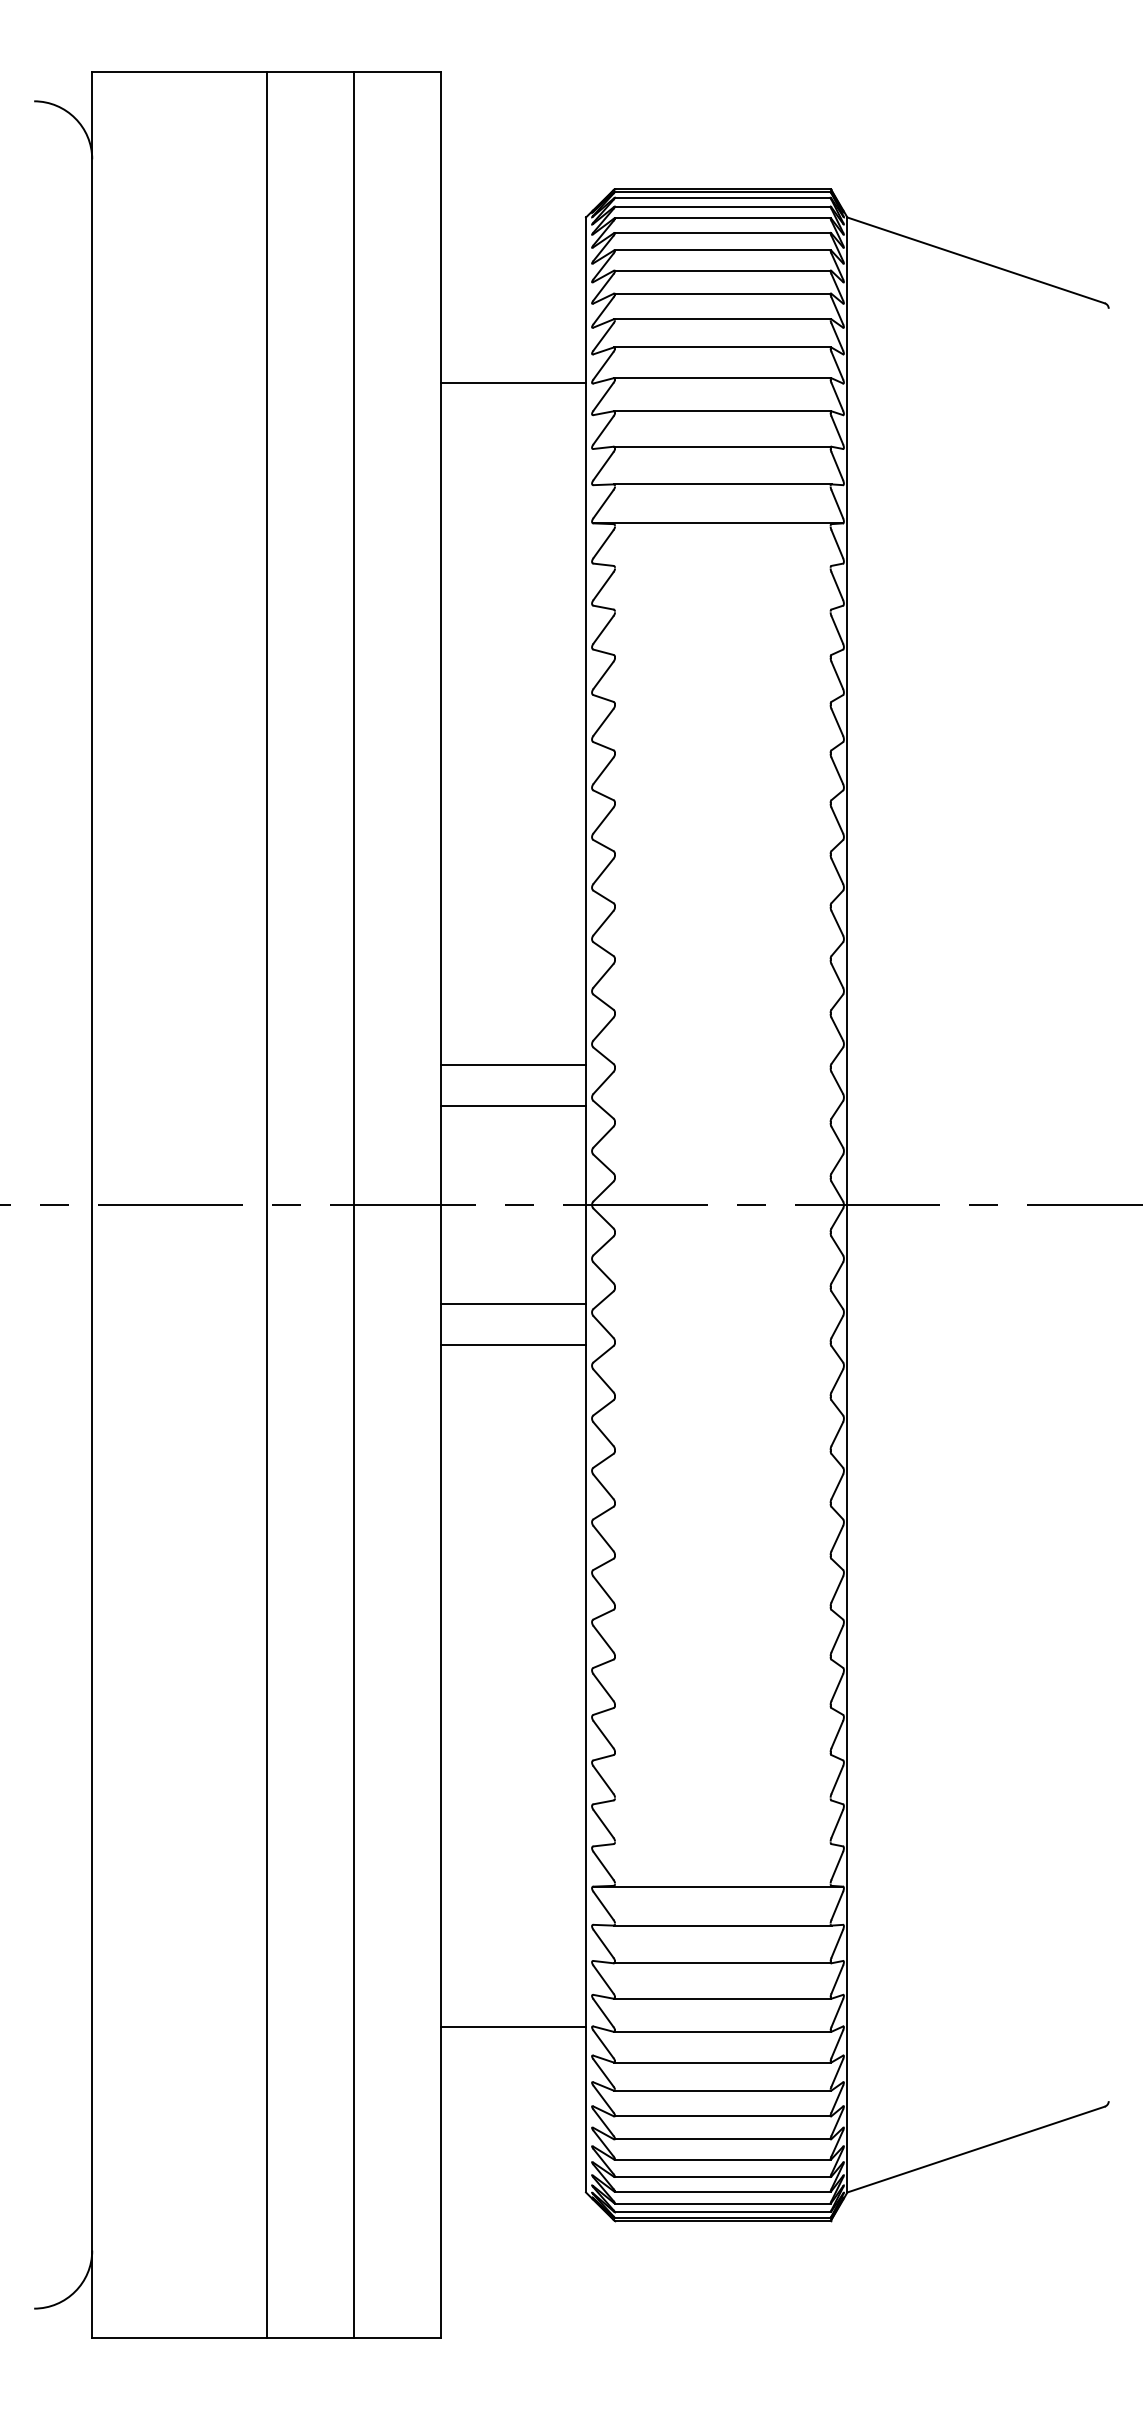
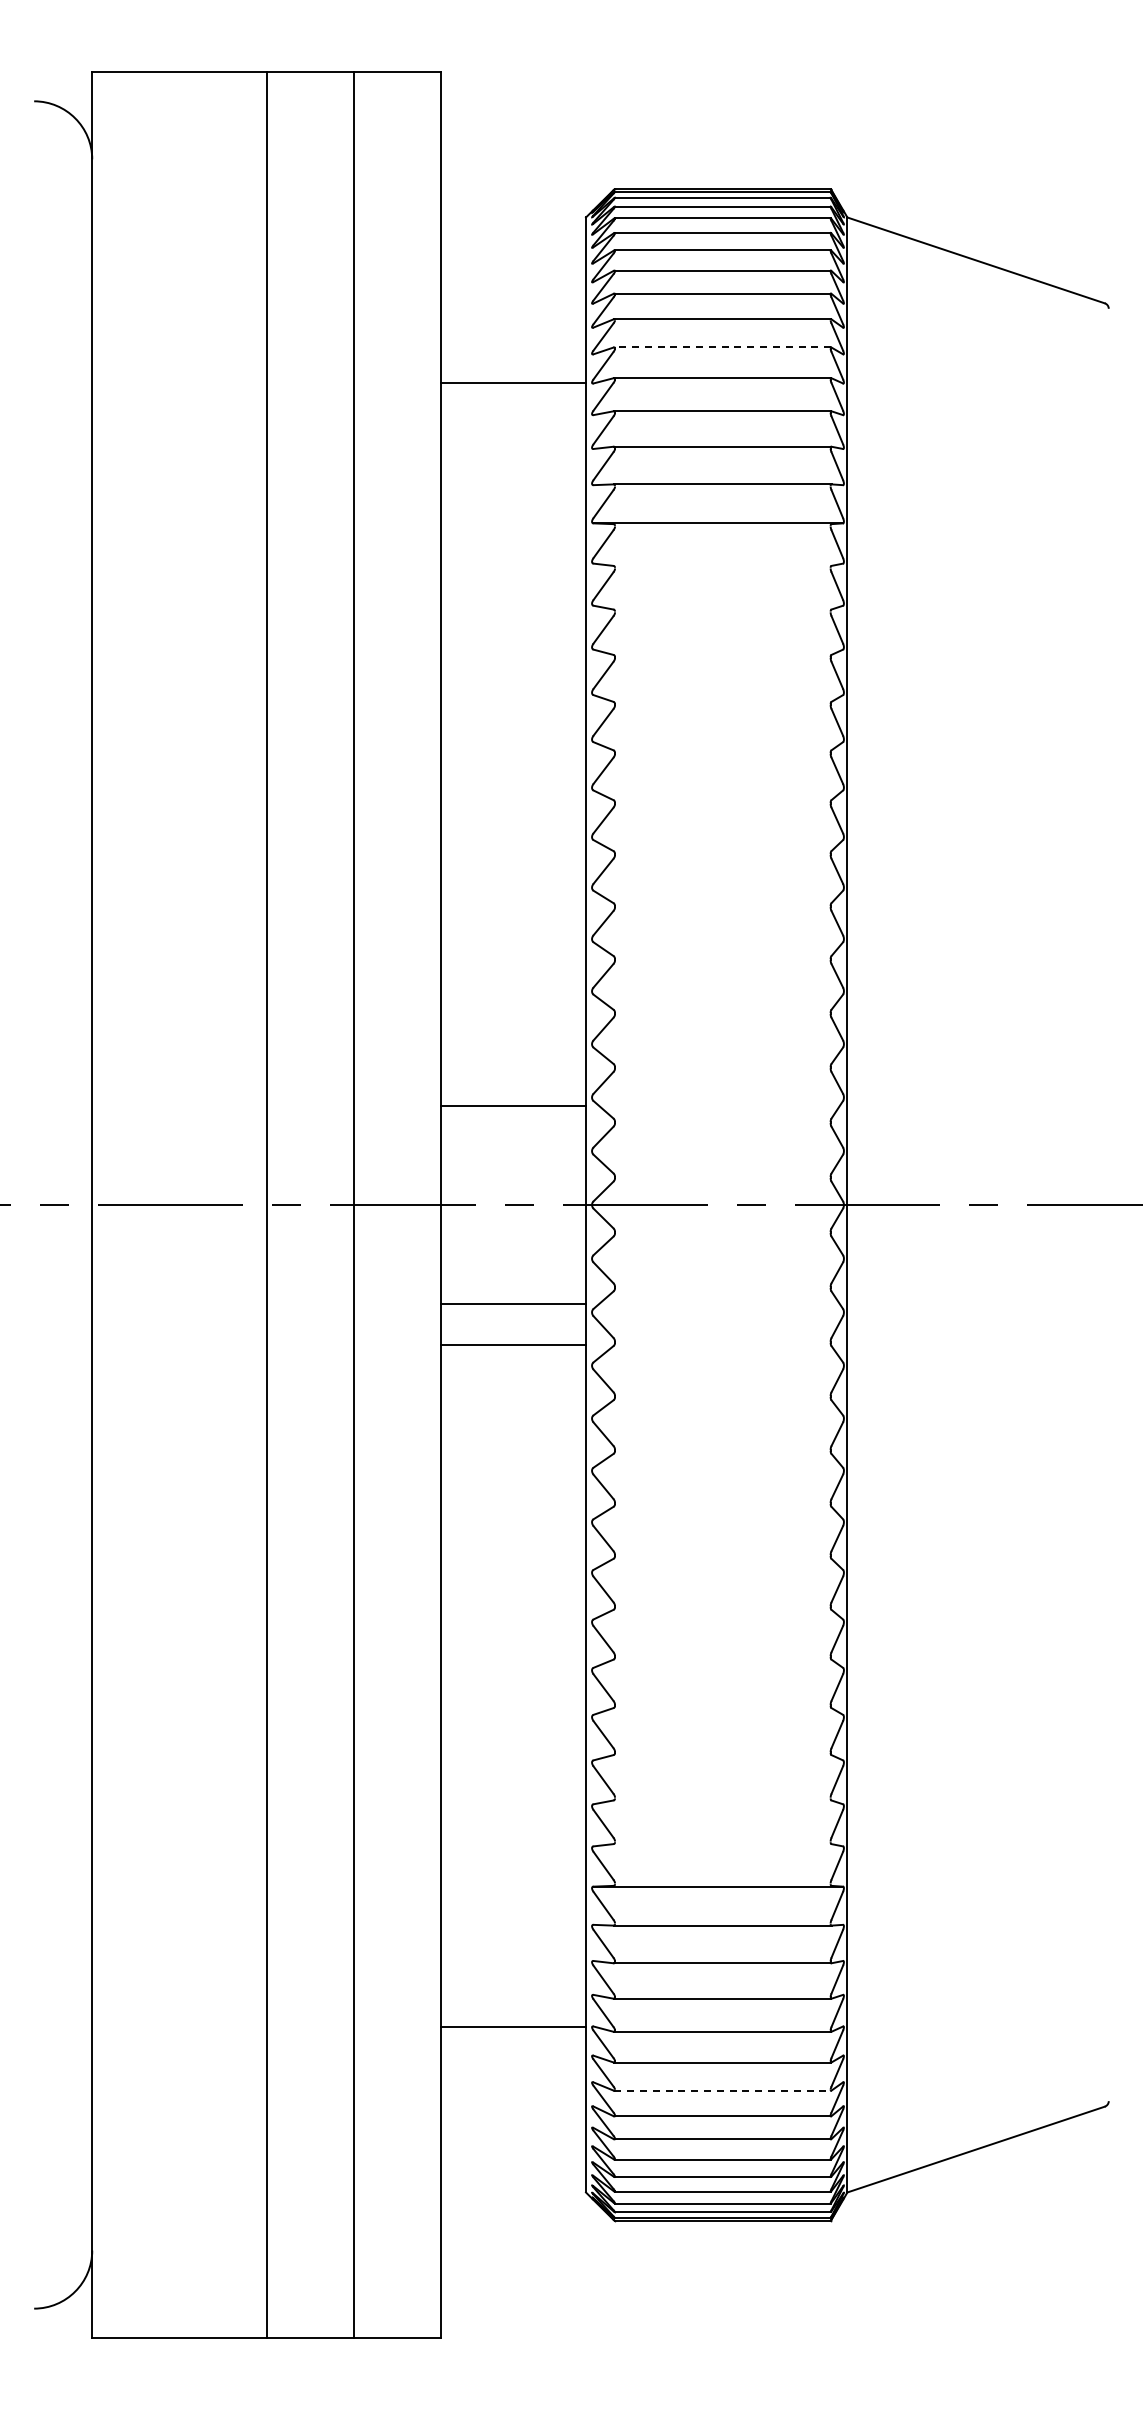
line at (722, 347): solid -> dashed
line at (512, 1064): present -> none
line at (723, 2090): solid -> dashed
